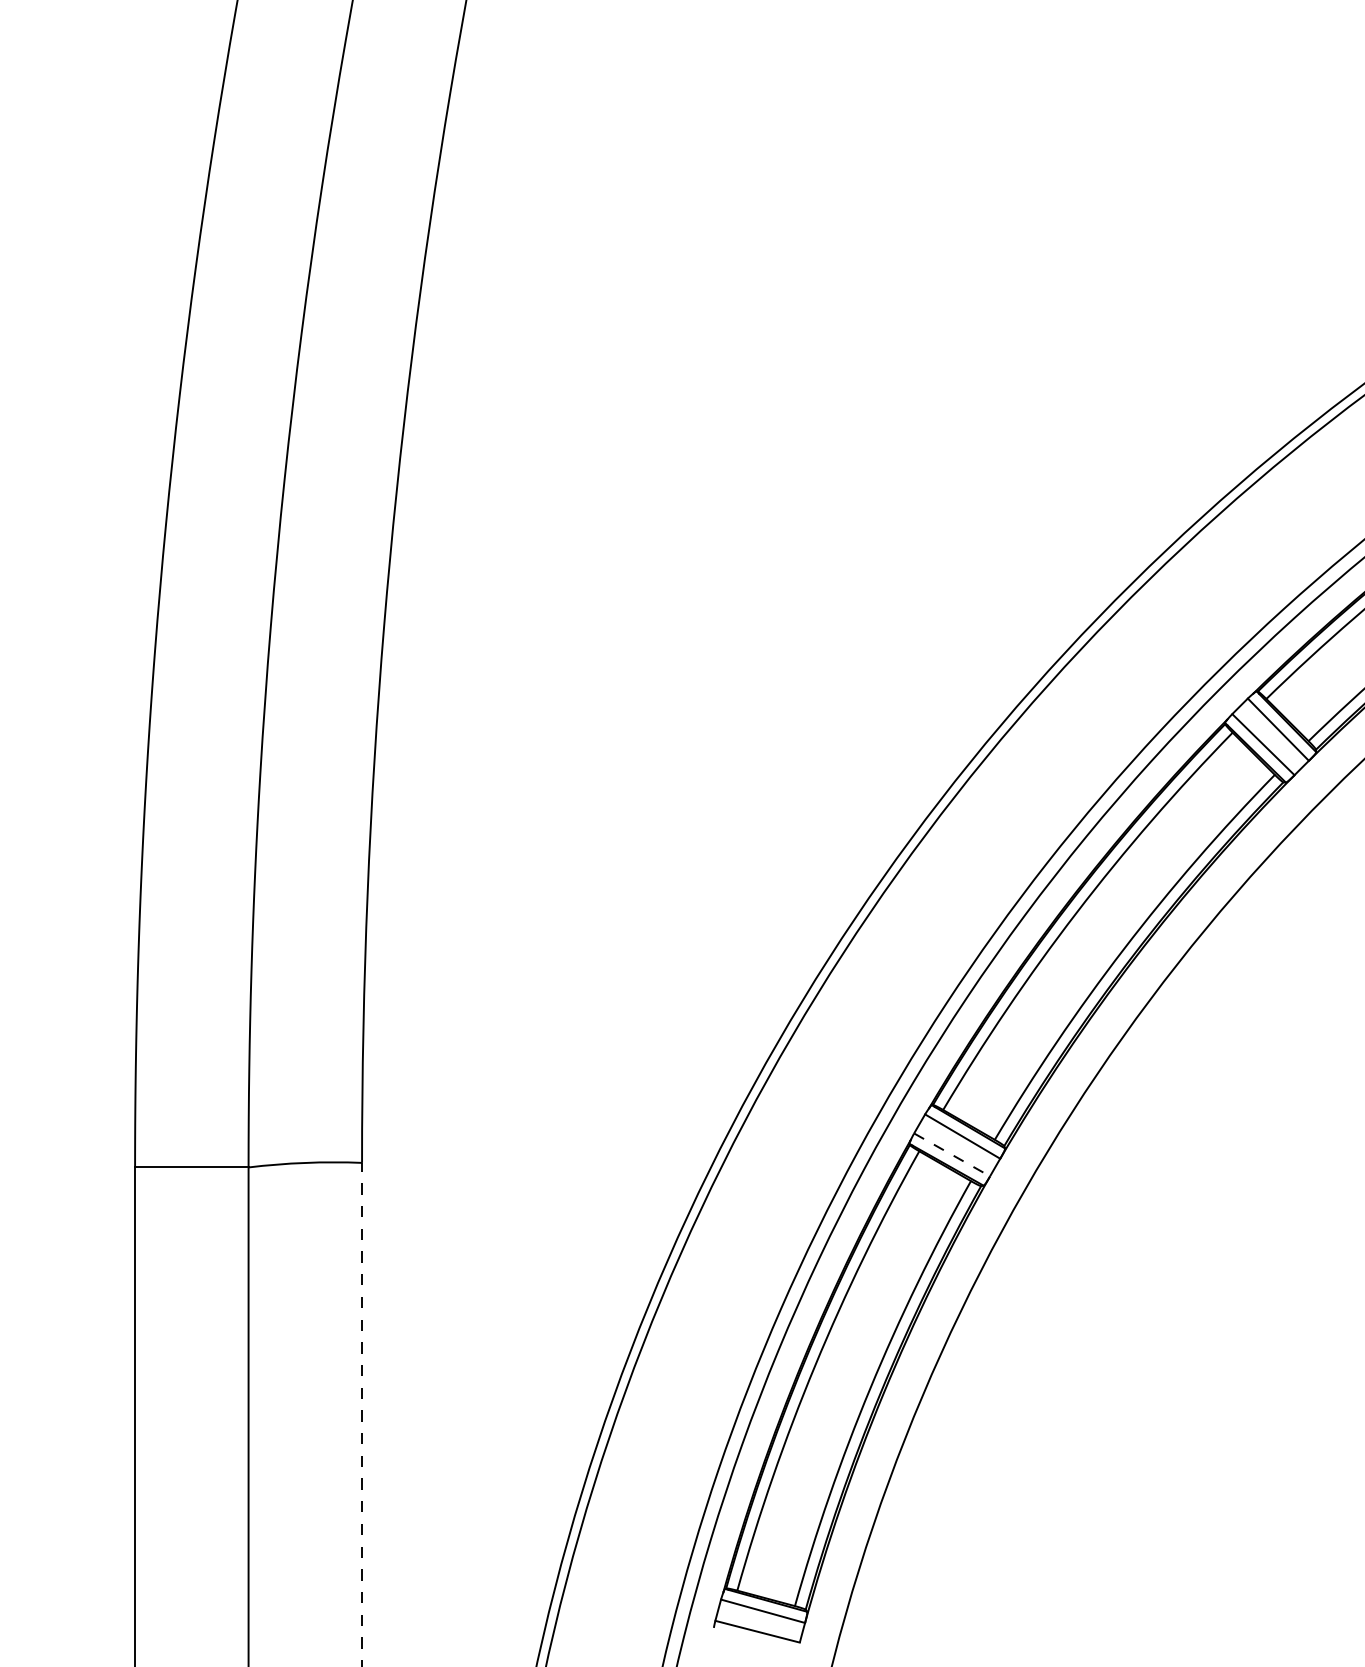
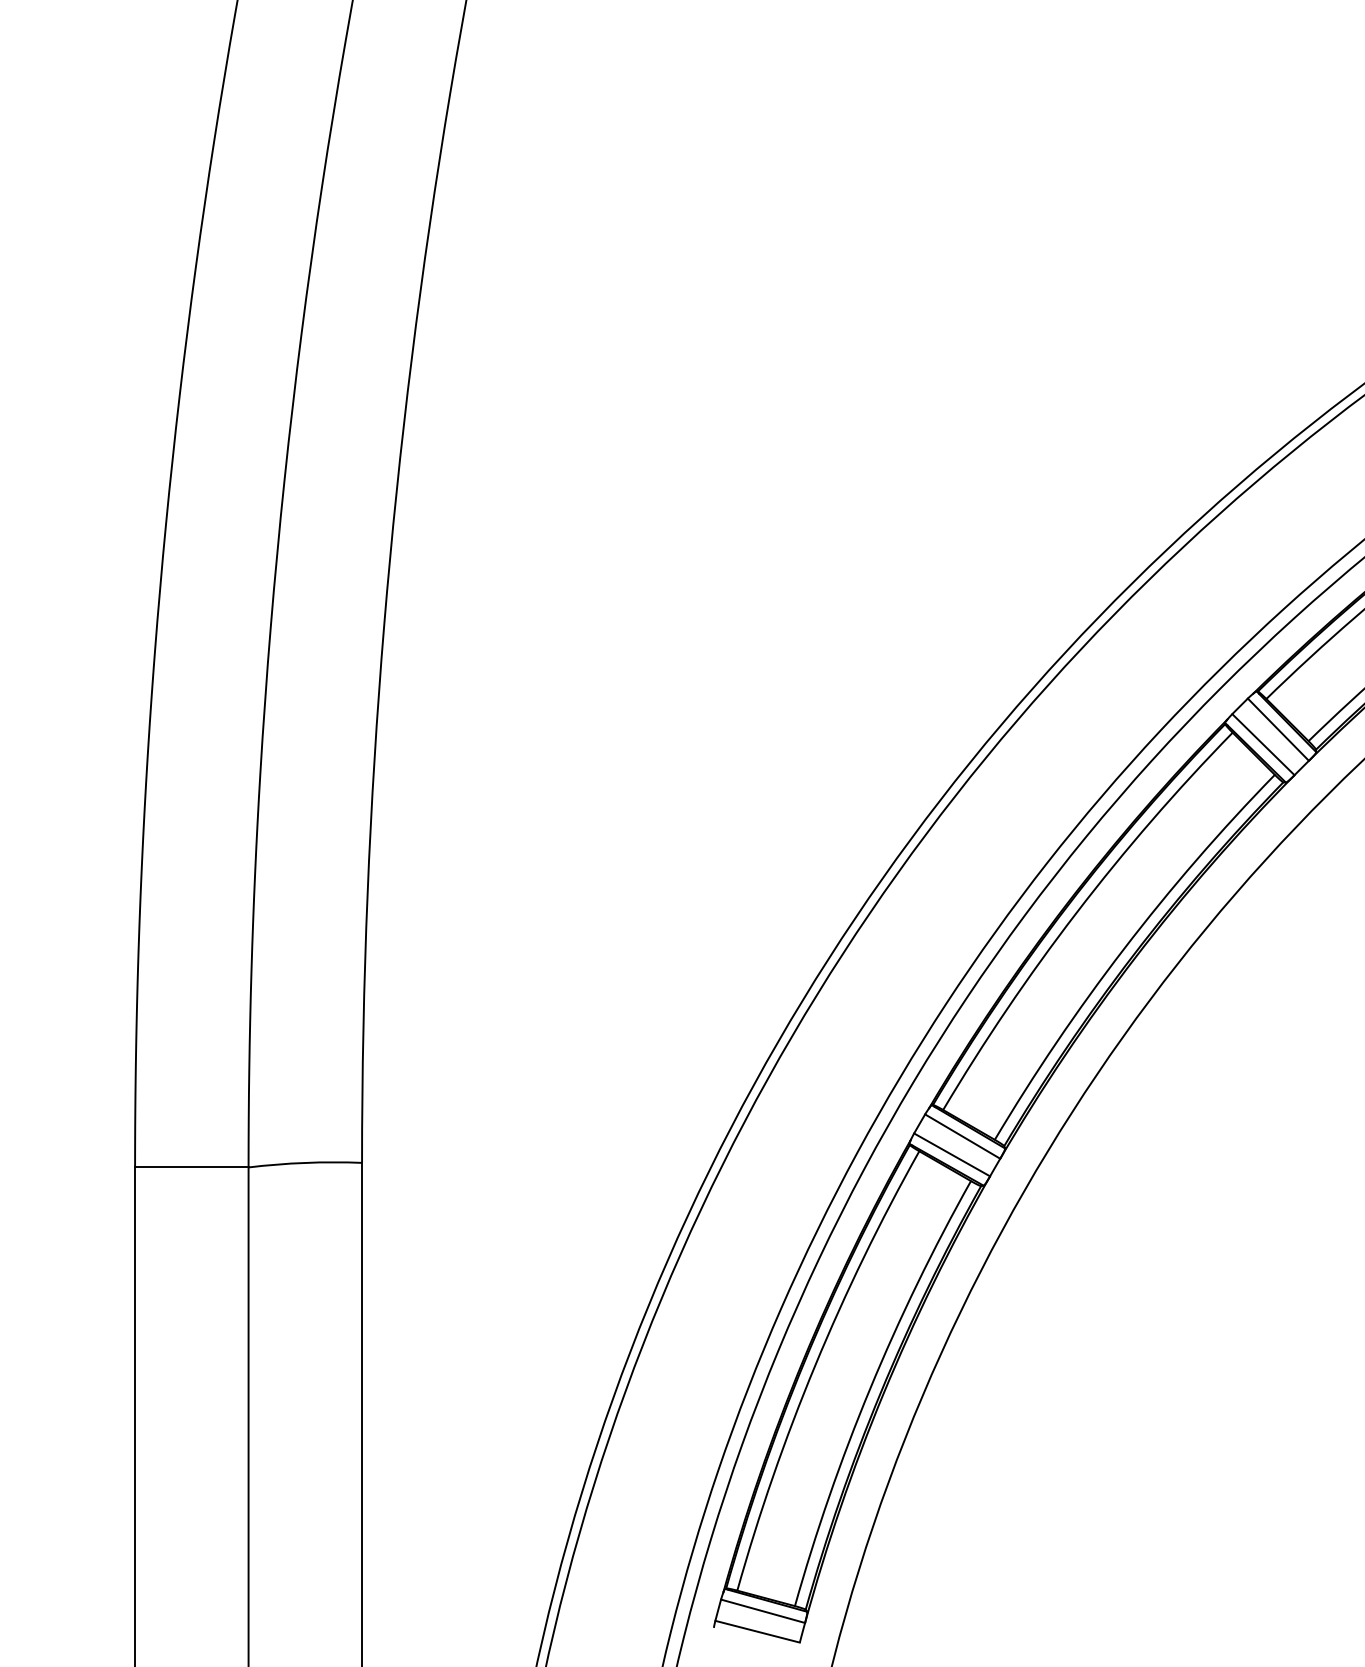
line at (952, 1154): dashed -> solid
line at (362, 1414): dashed -> solid
